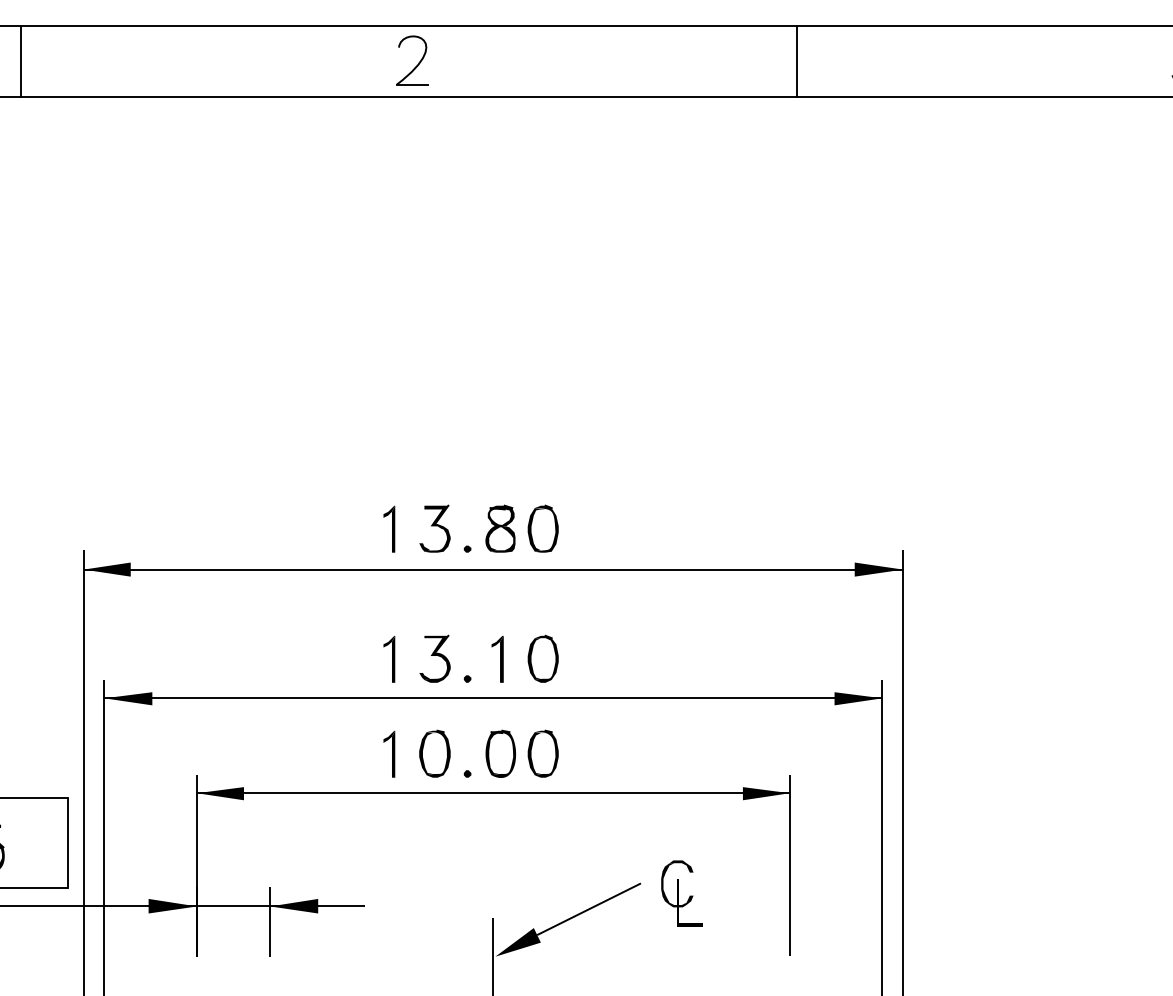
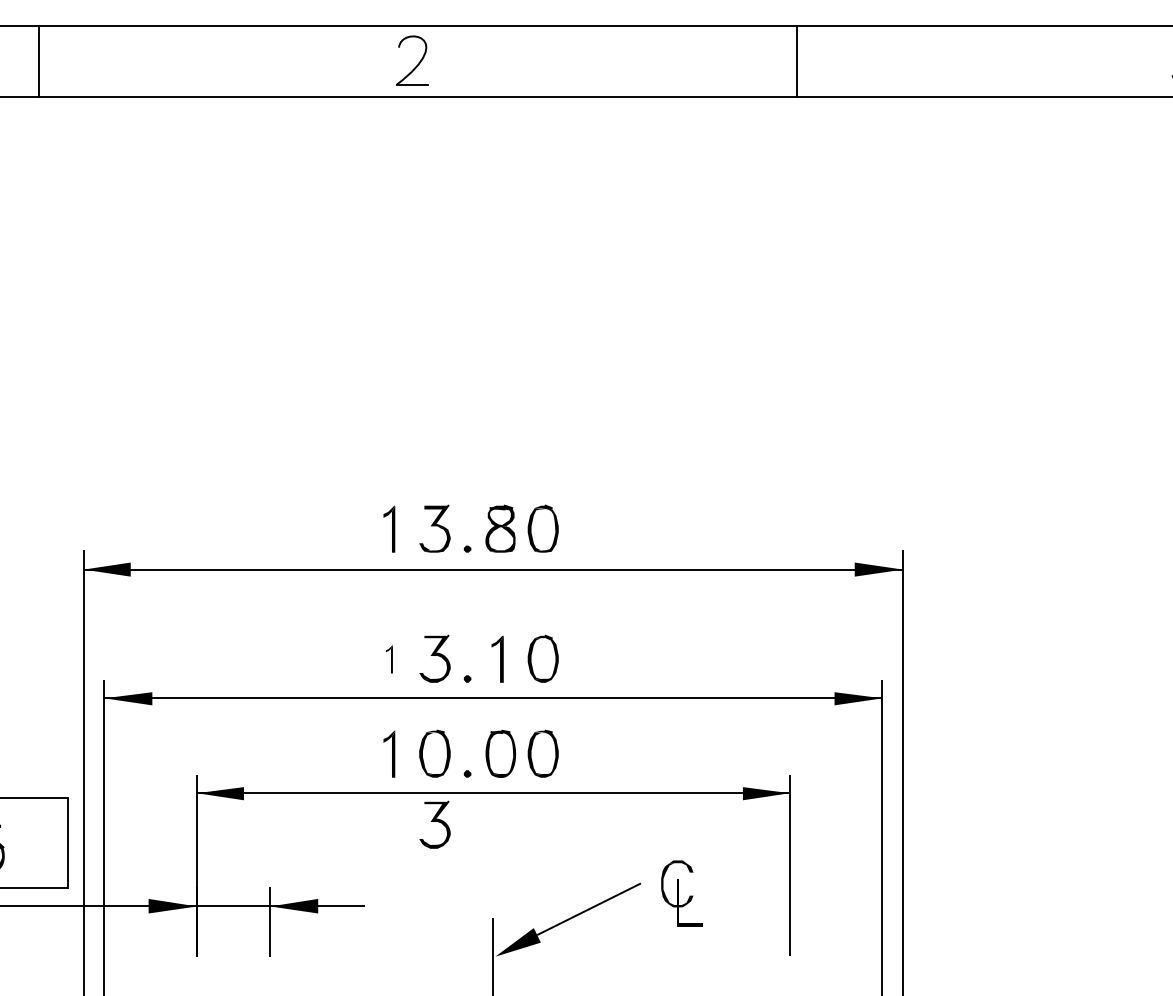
line at (21, 61) position: (21, 61) -> (39, 61)
part at (389, 659) size: 13x47 px -> 7x29 px
part at (434, 824): none -> present
